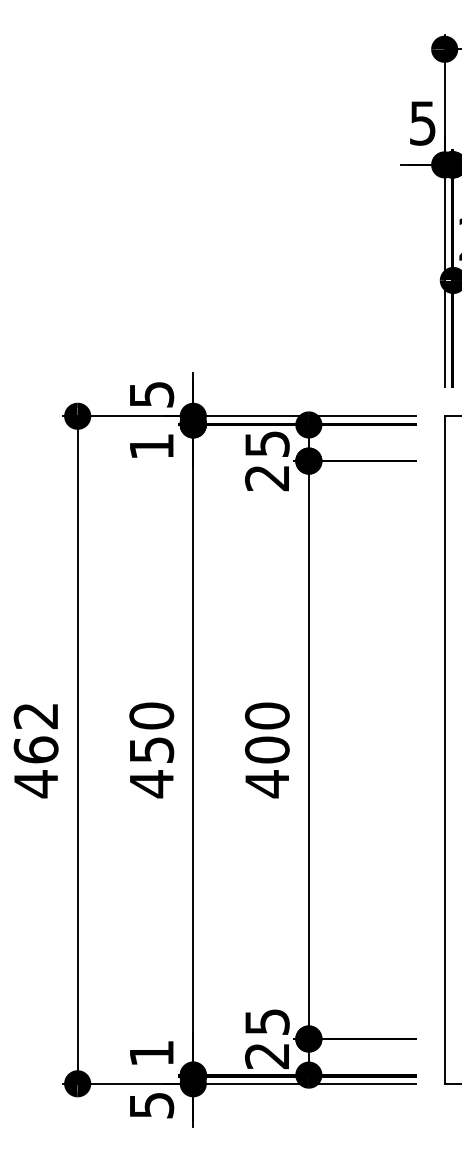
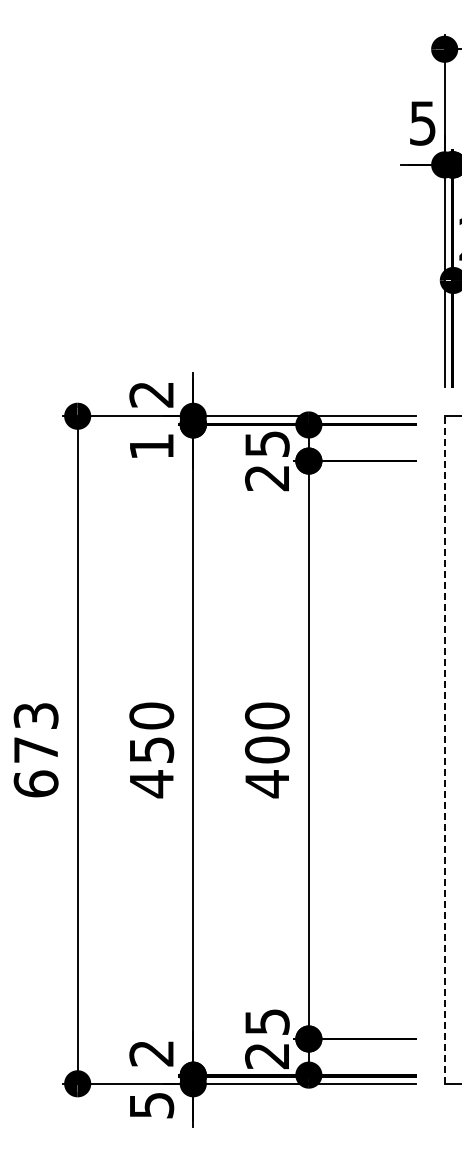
text at (151, 394): 5 -> 2
text at (35, 750): 462 -> 673
line at (444, 750): solid -> dashed
text at (151, 1053): 1 -> 2
